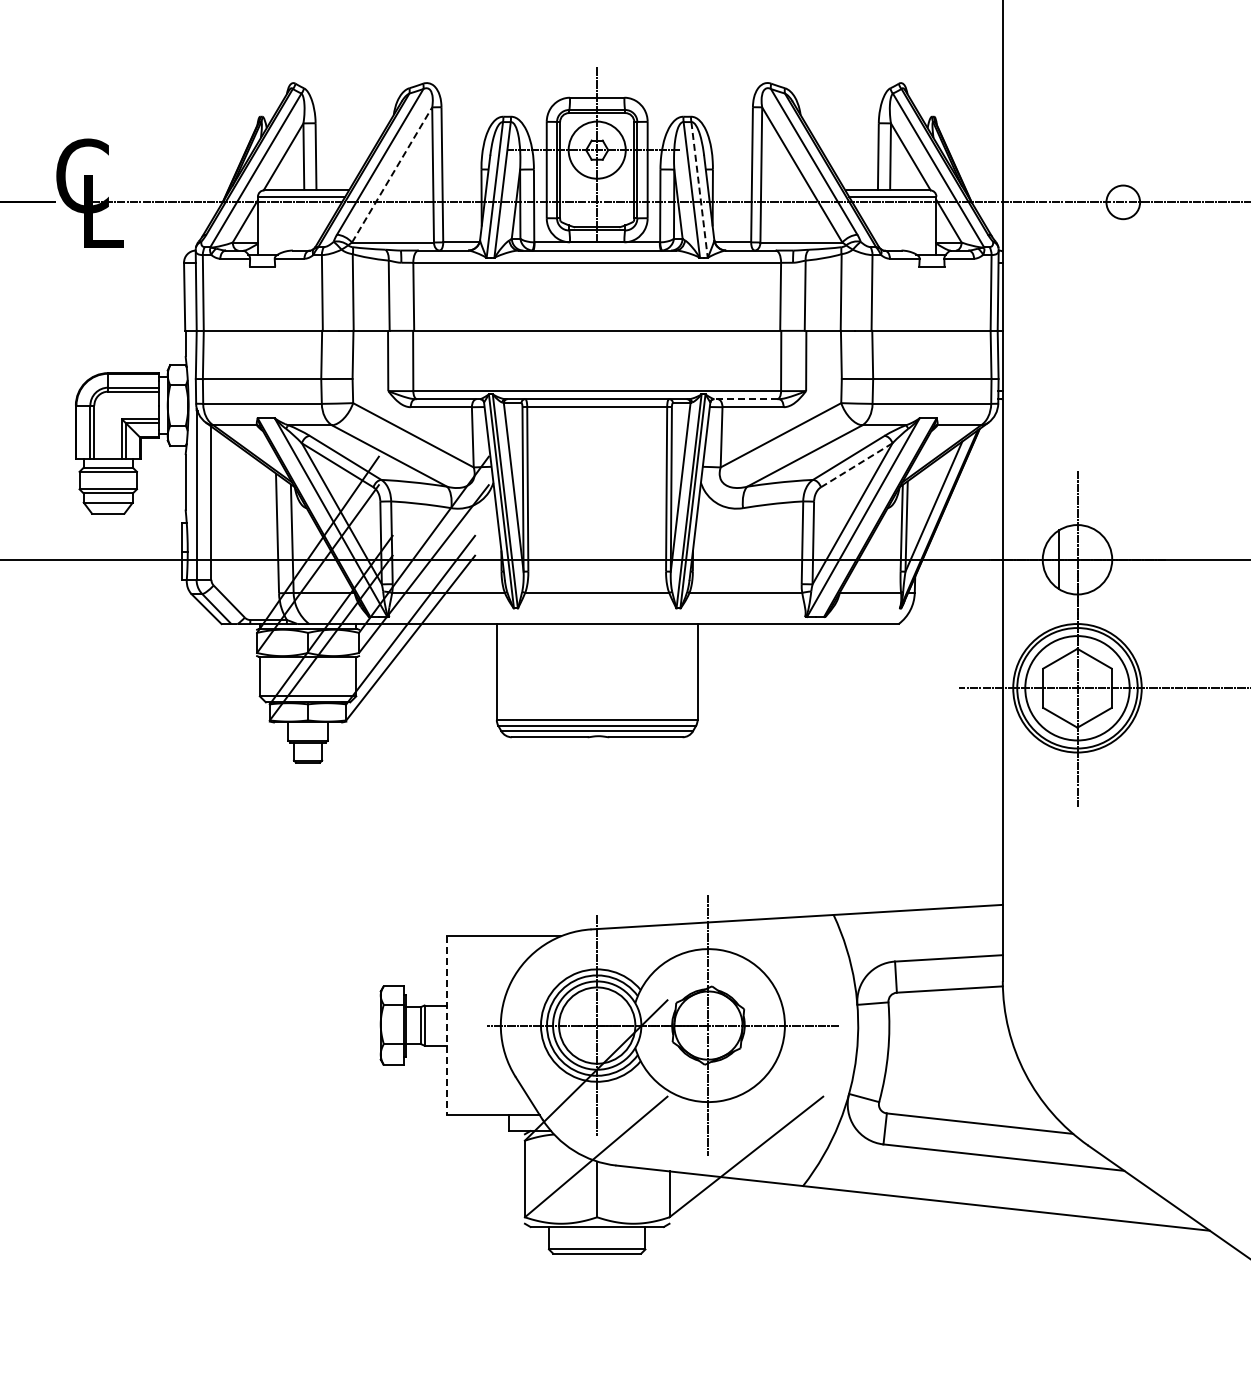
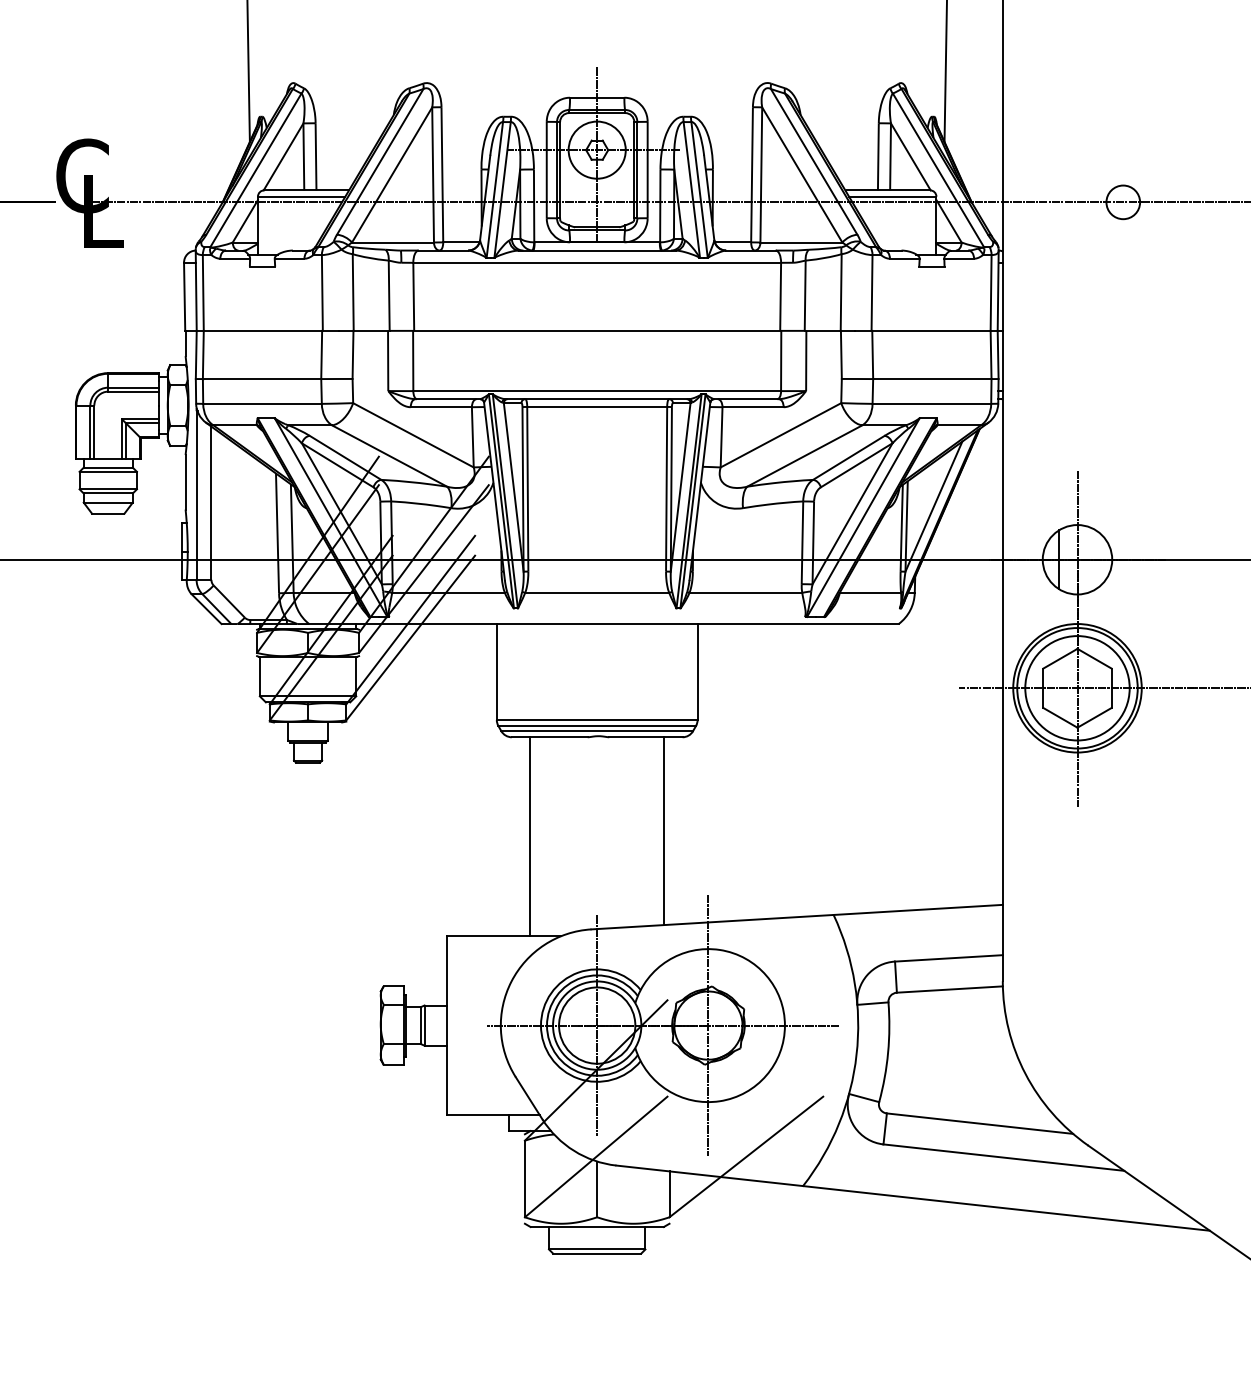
line at (248, 71): none -> present
line at (945, 71): none -> present
line at (392, 174): dashed -> solid
line at (699, 190): dashed -> solid
line at (745, 399): dashed -> solid
line at (857, 465): dashed -> solid
line at (664, 831): none -> present
line at (529, 836): none -> present
line at (446, 1026): dashed -> solid
